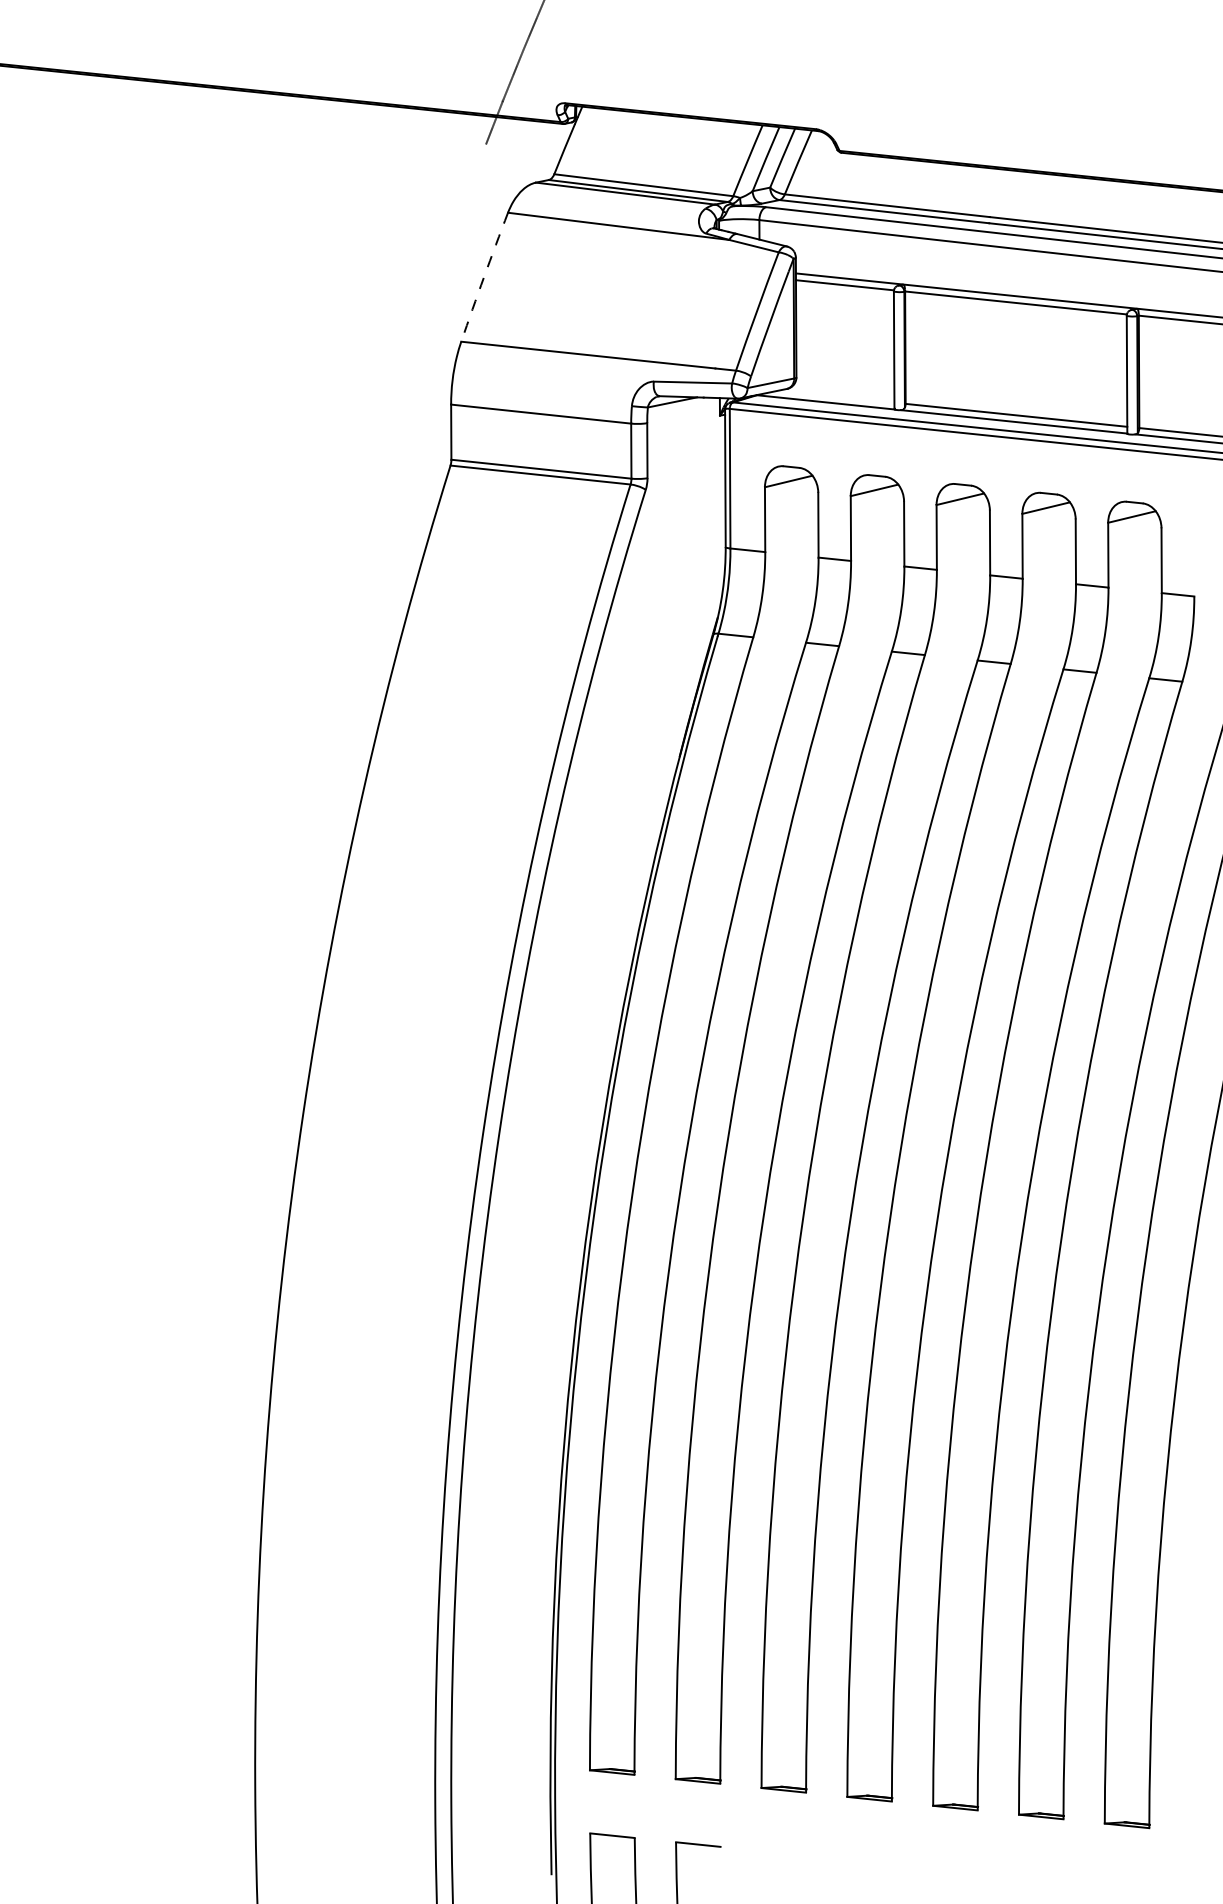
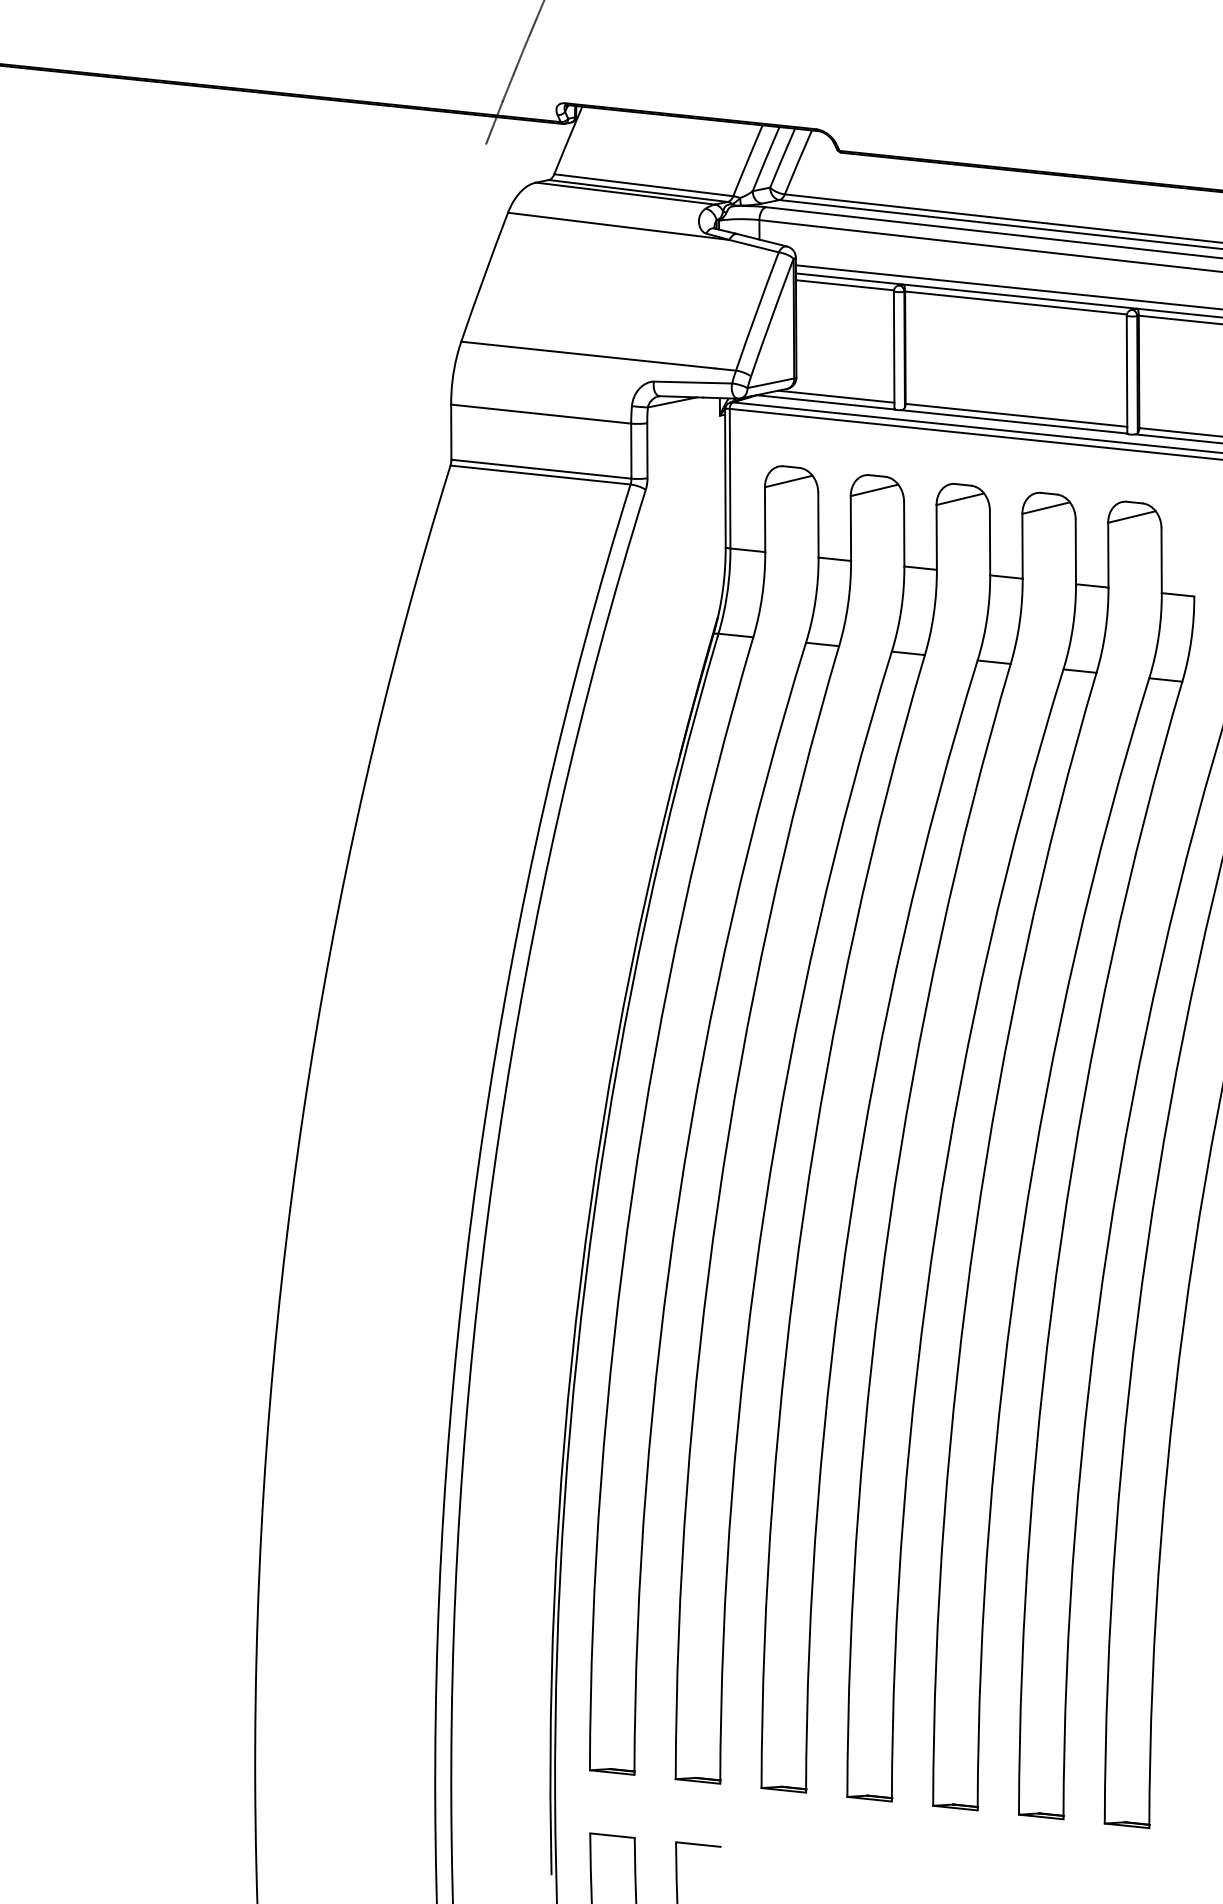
arc at (484, 277): dashed -> solid
line at (1007, 287): none -> present
line at (836, 396): none -> present
